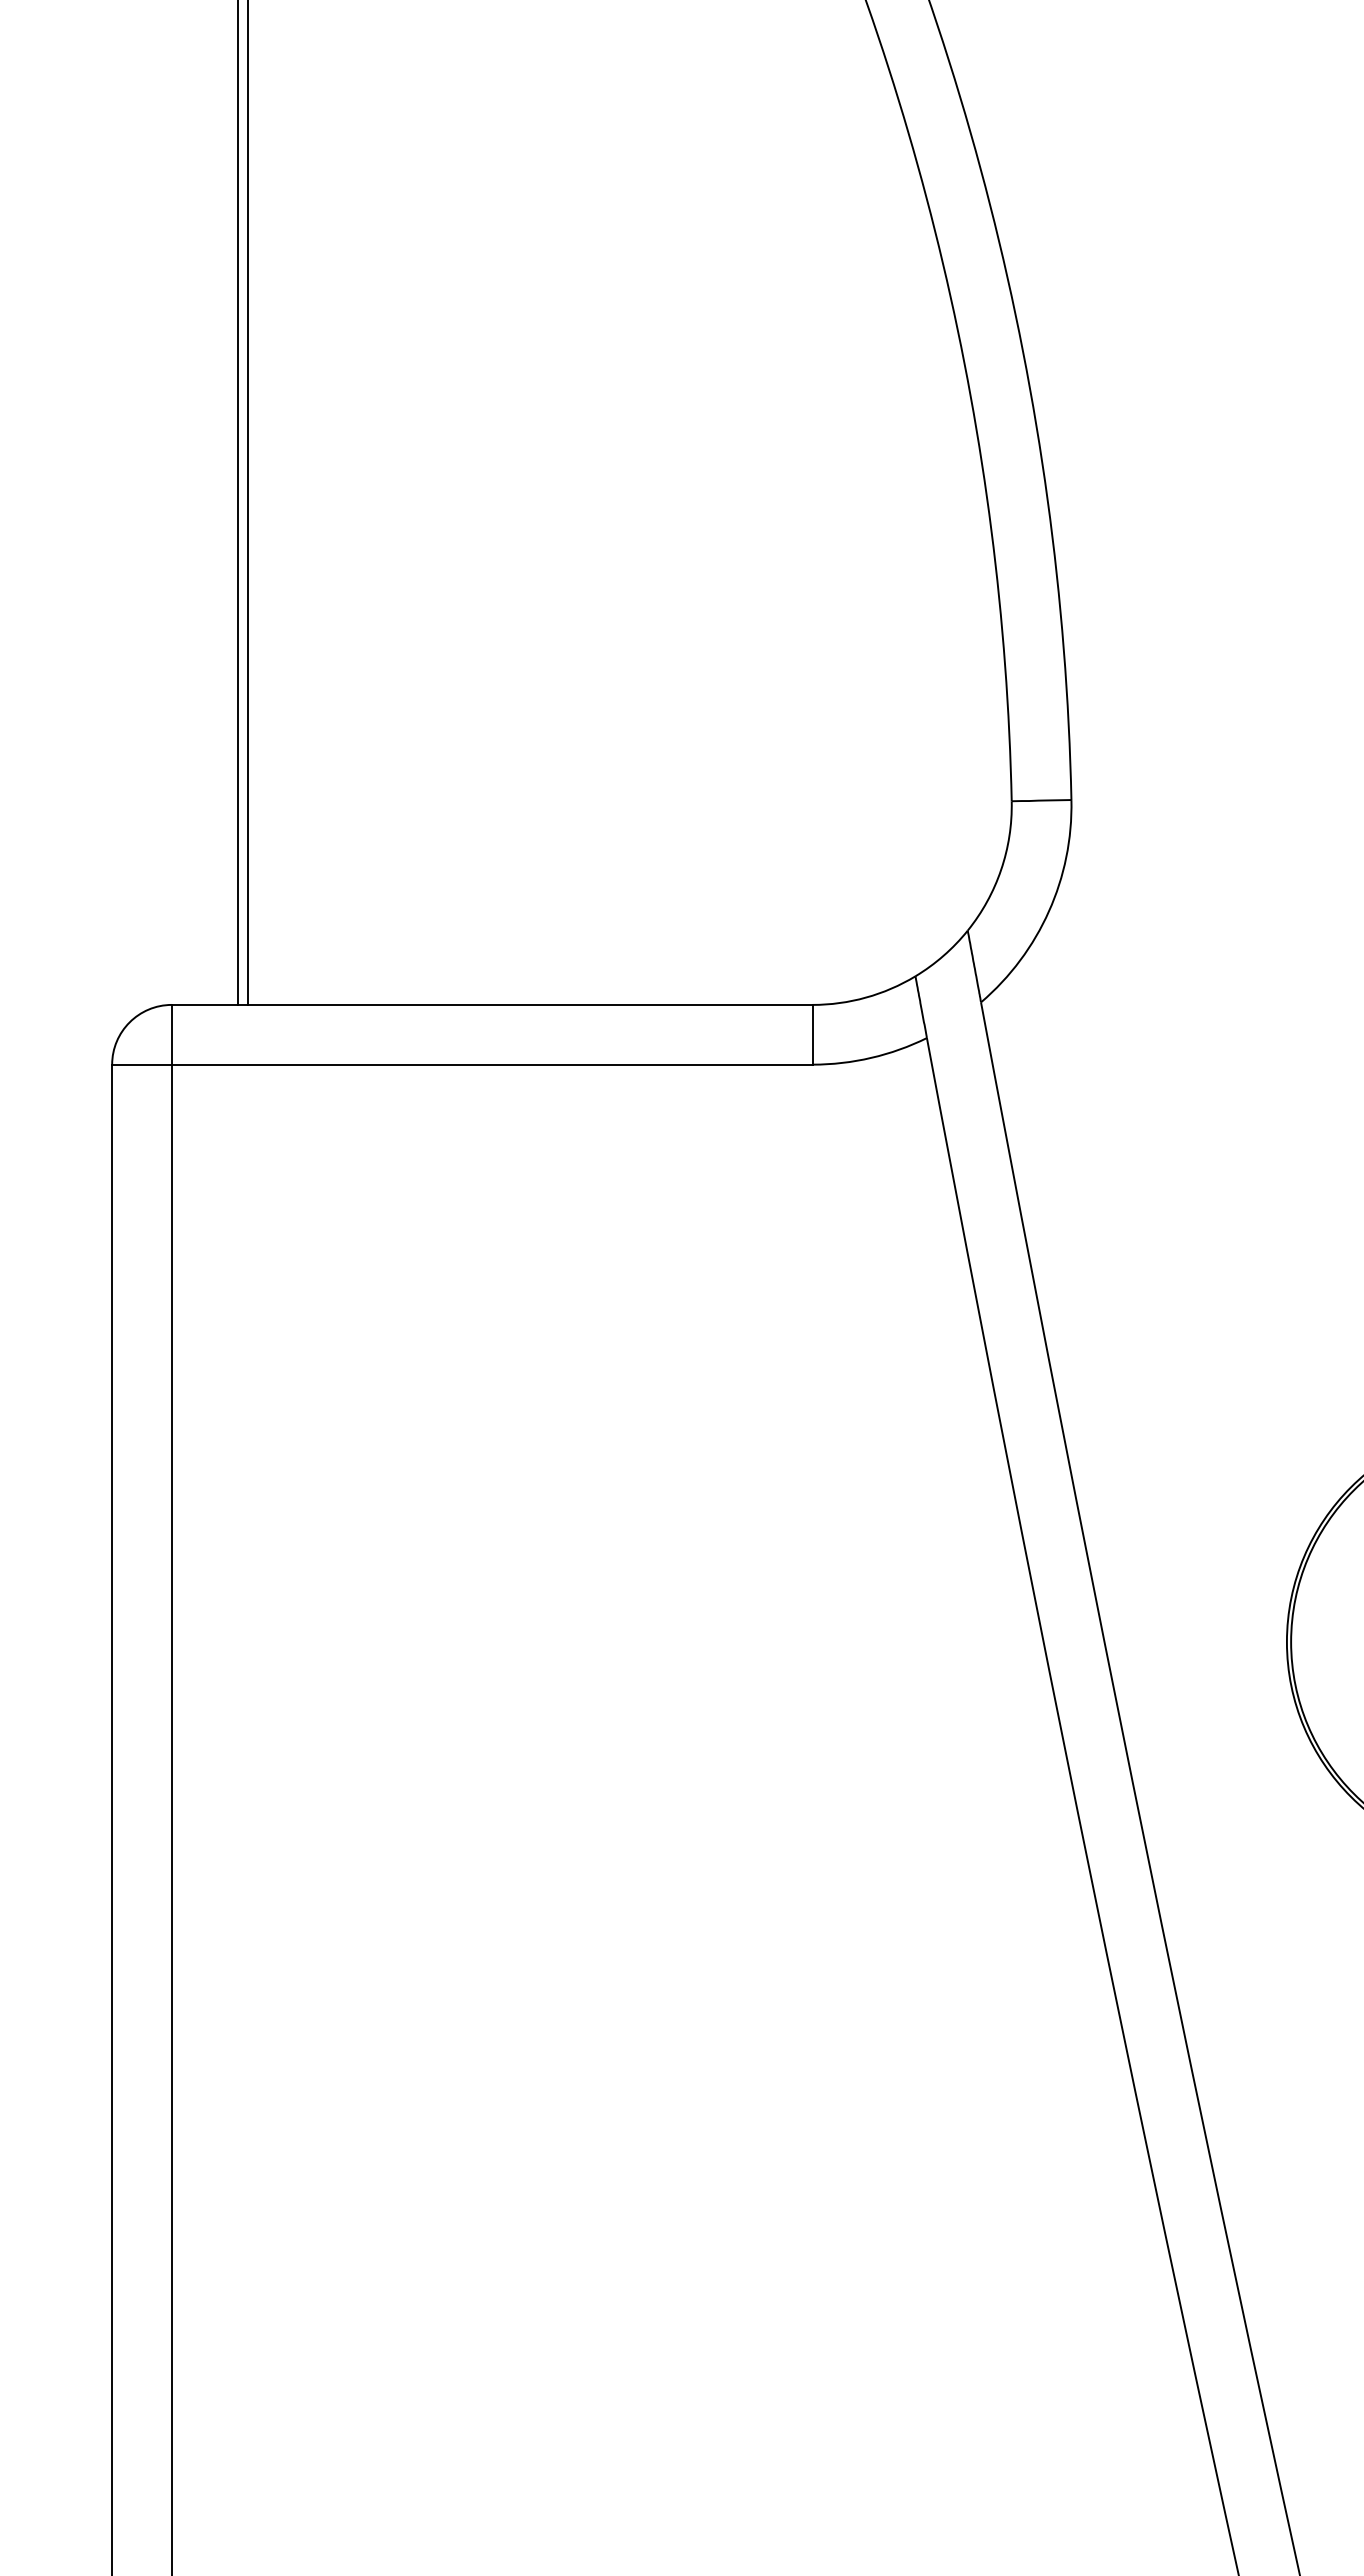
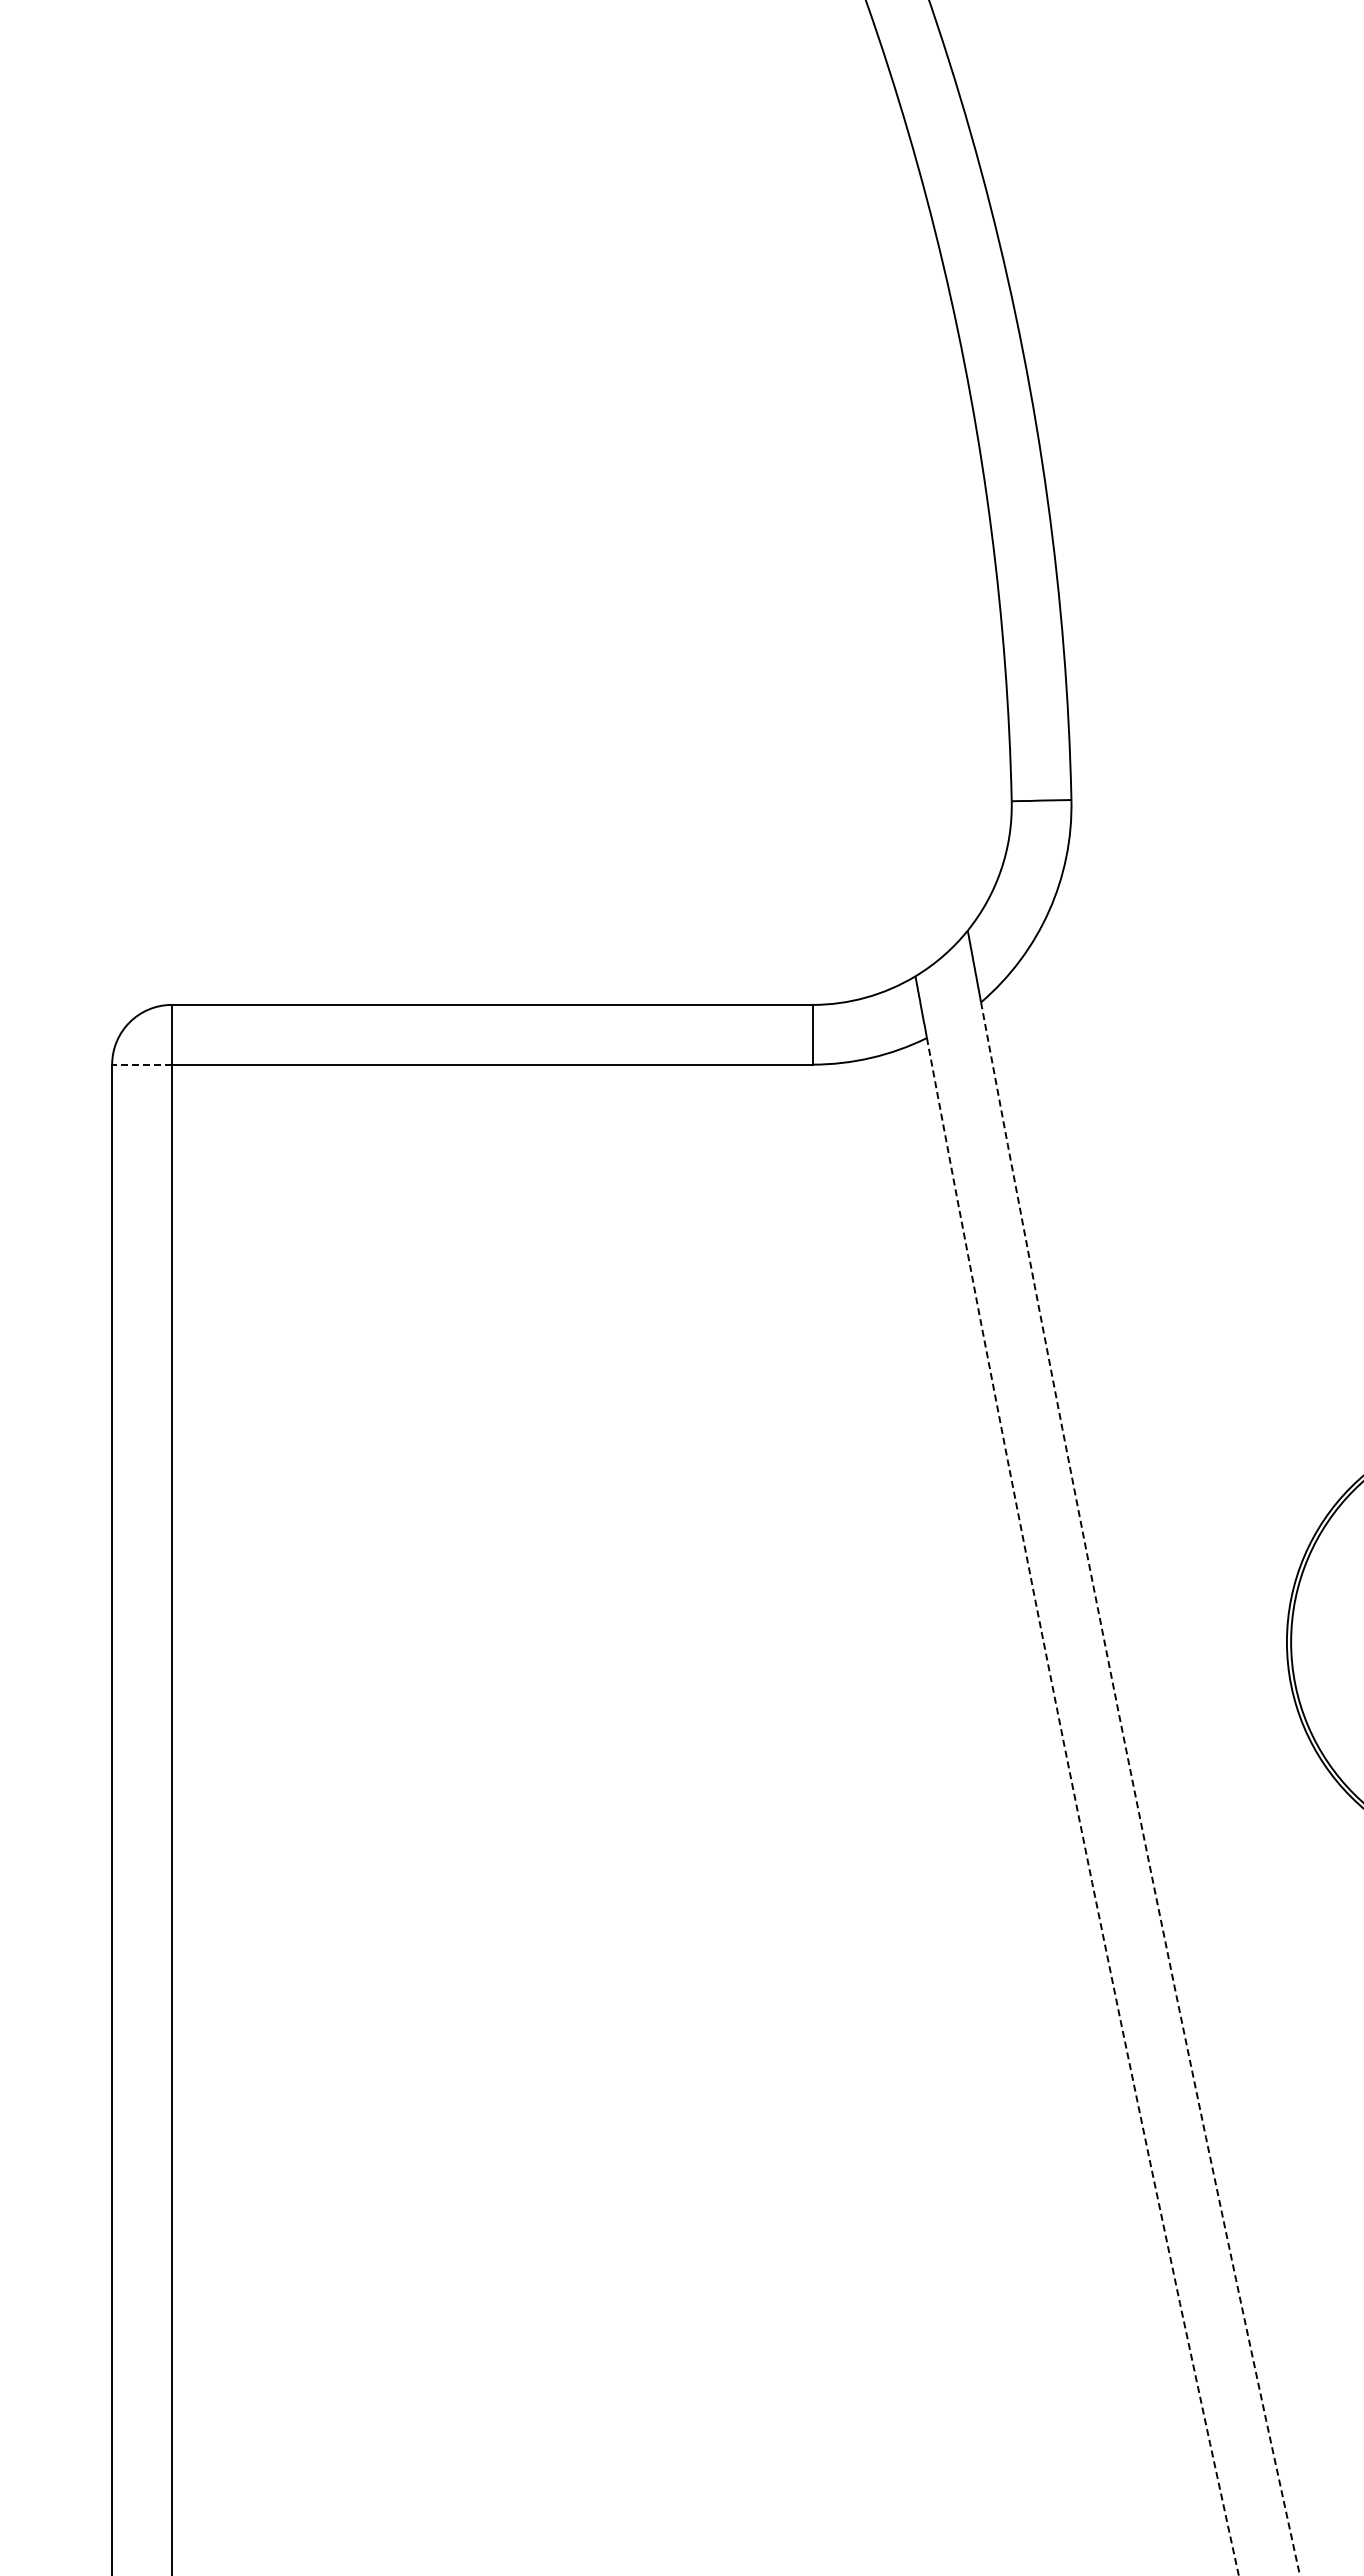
line at (238, 503): present -> none
line at (248, 503): present -> none
line at (142, 1064): solid -> dashed
arc at (1134, 1790): solid -> dashed
arc at (1077, 1808): solid -> dashed
